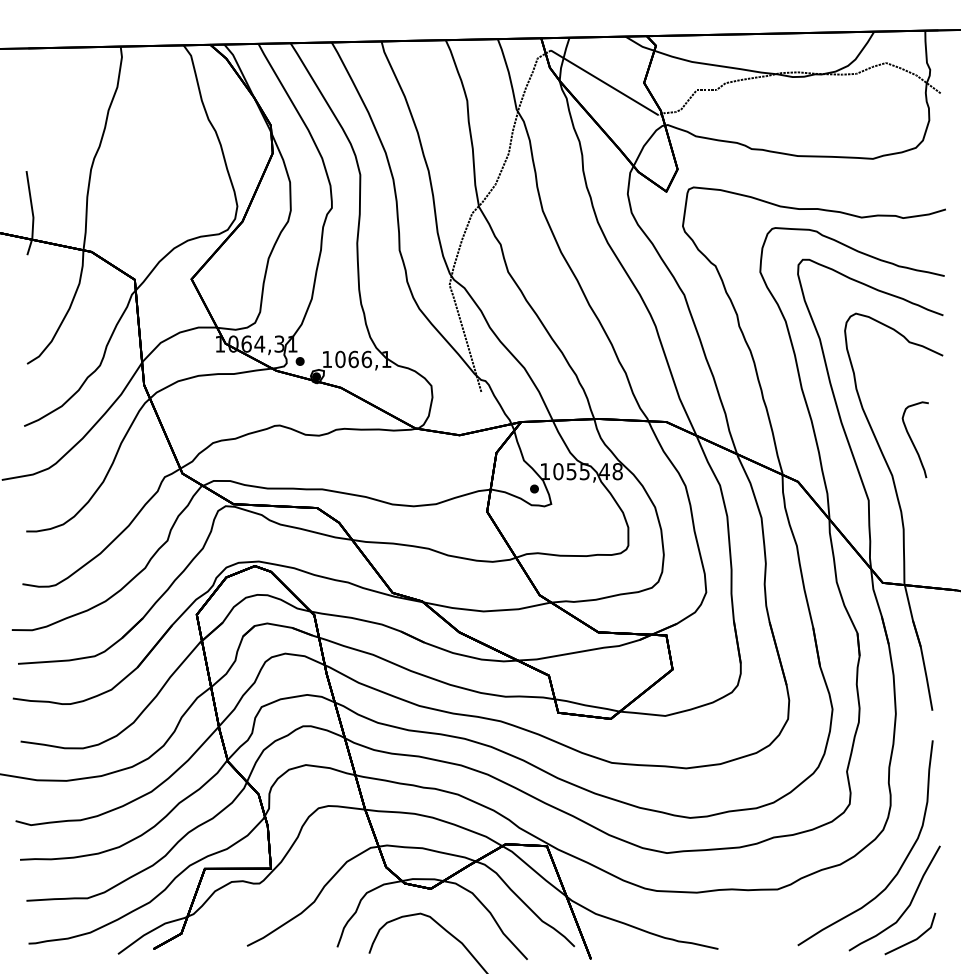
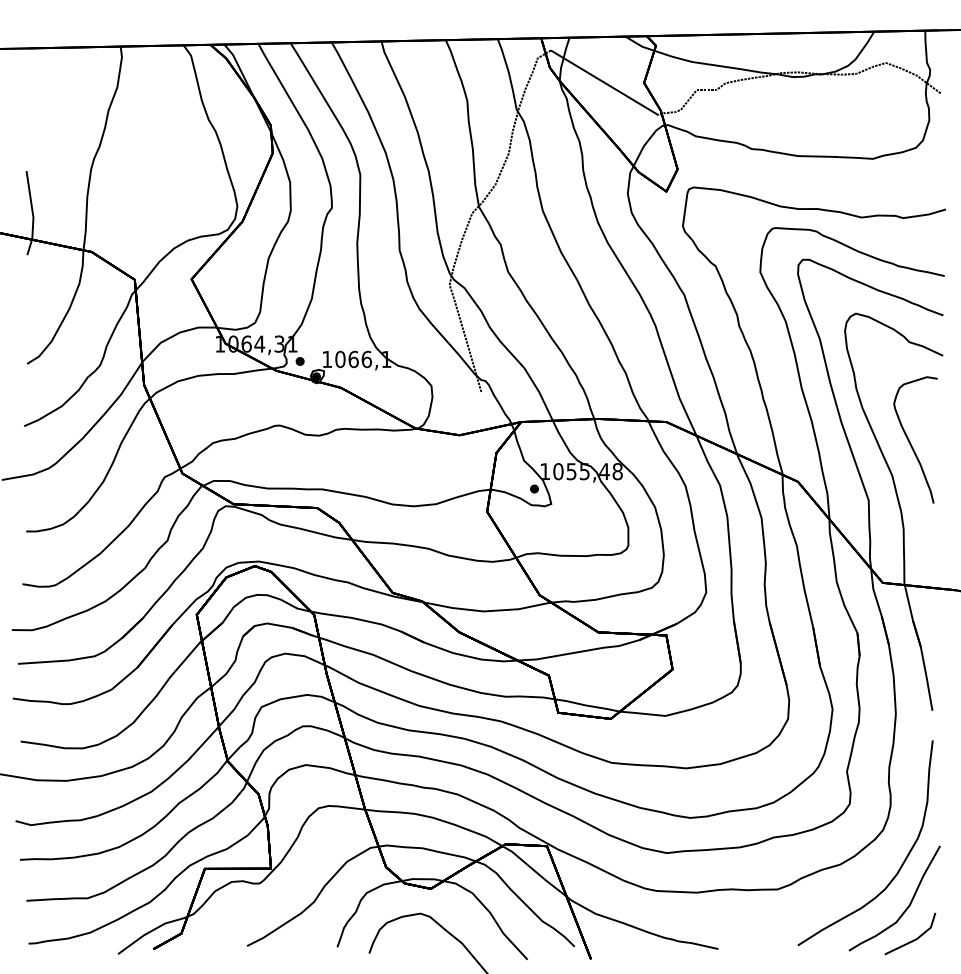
part at (914, 439) size: 28x78 px -> 45x128 px
